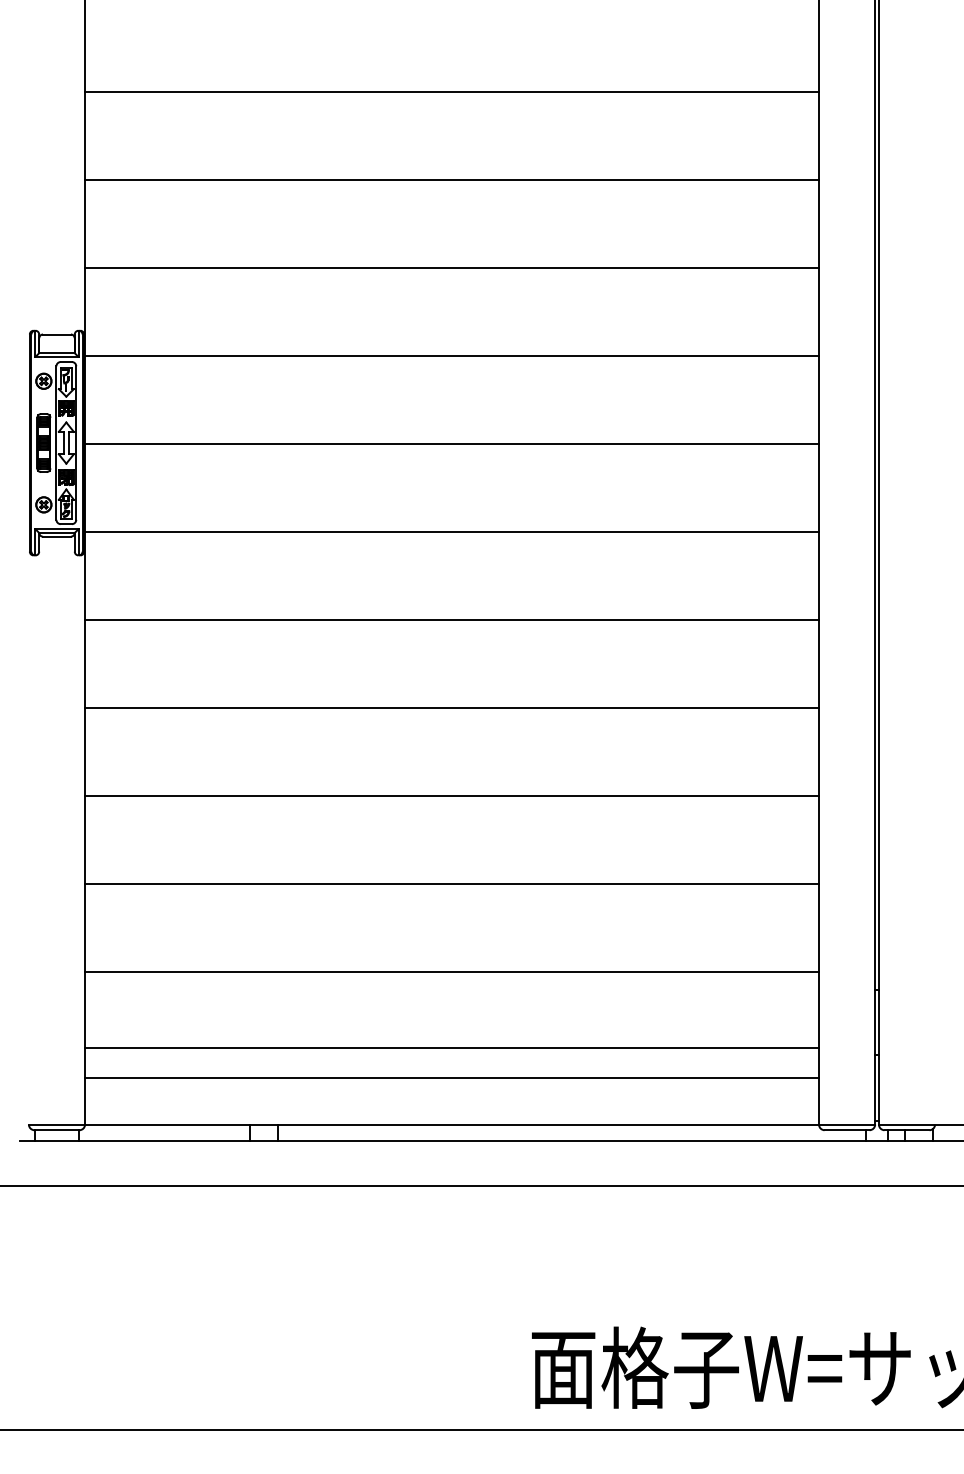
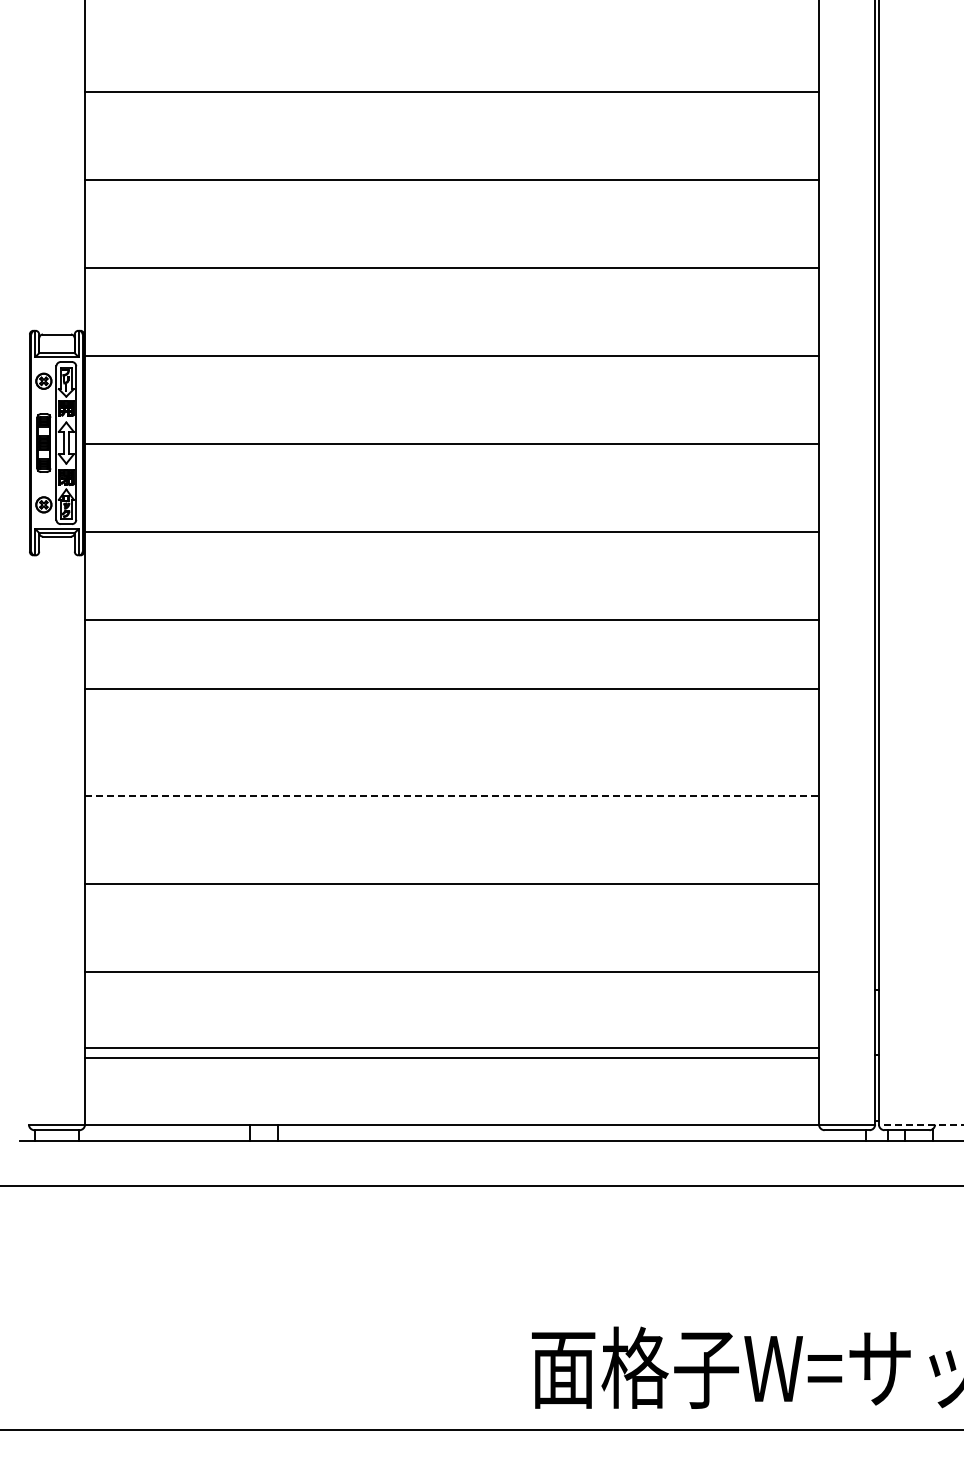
line at (452, 707) position: (452, 707) -> (452, 688)
line at (452, 795): solid -> dashed
line at (452, 1077) position: (452, 1077) -> (452, 1057)
line at (920, 1124): solid -> dashed
